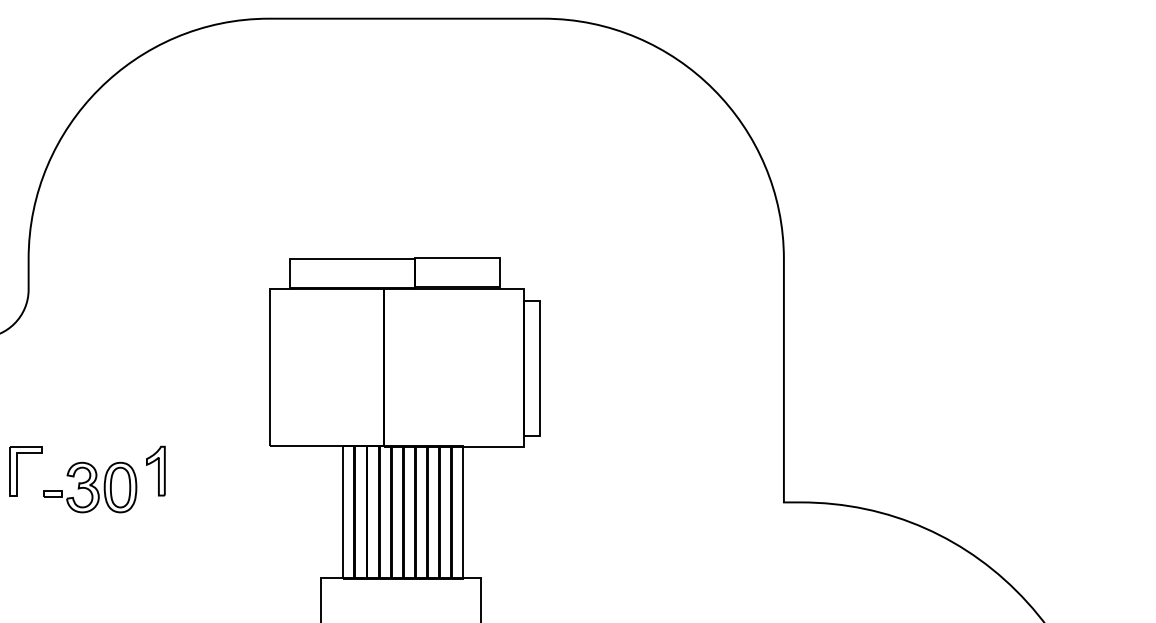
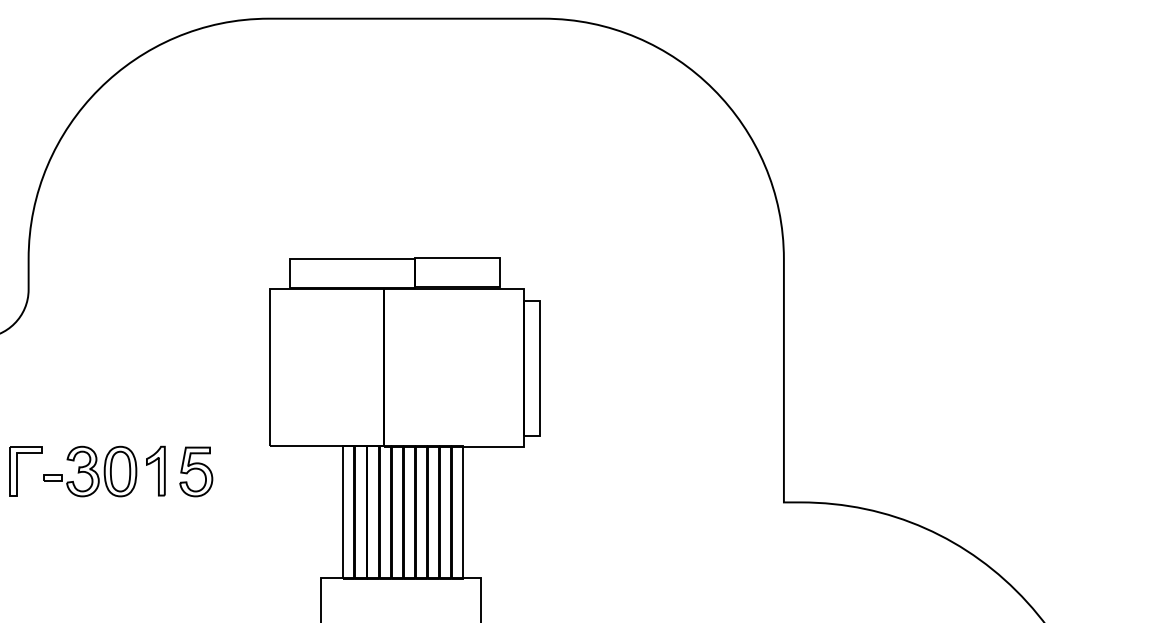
part at (196, 471): none -> present
part at (90, 487) position: (90, 487) -> (90, 471)
